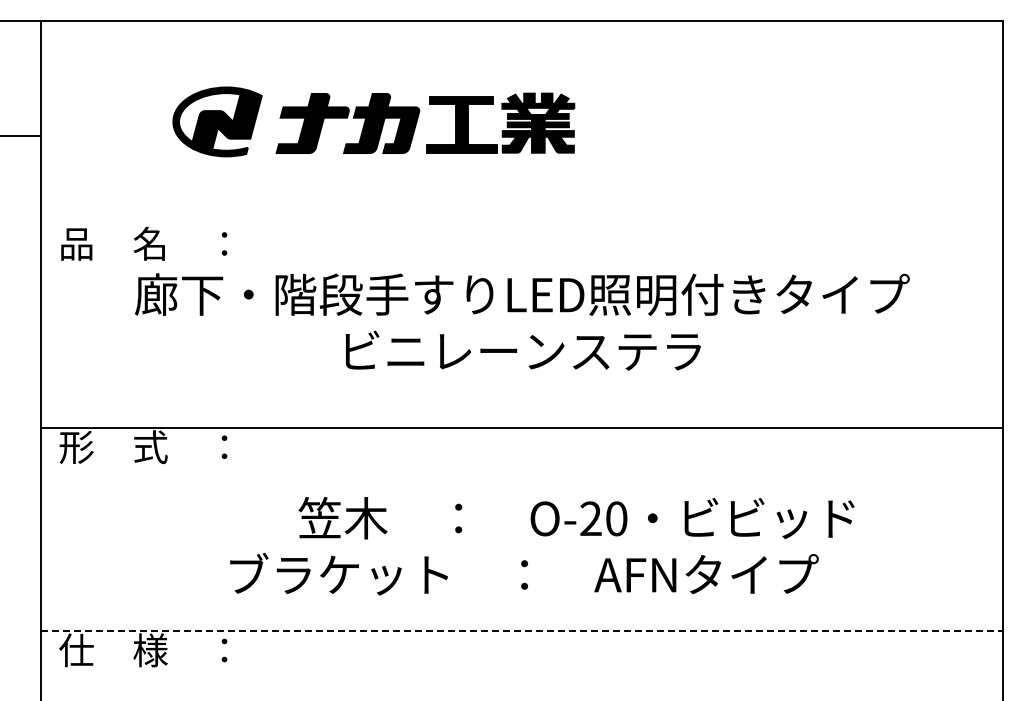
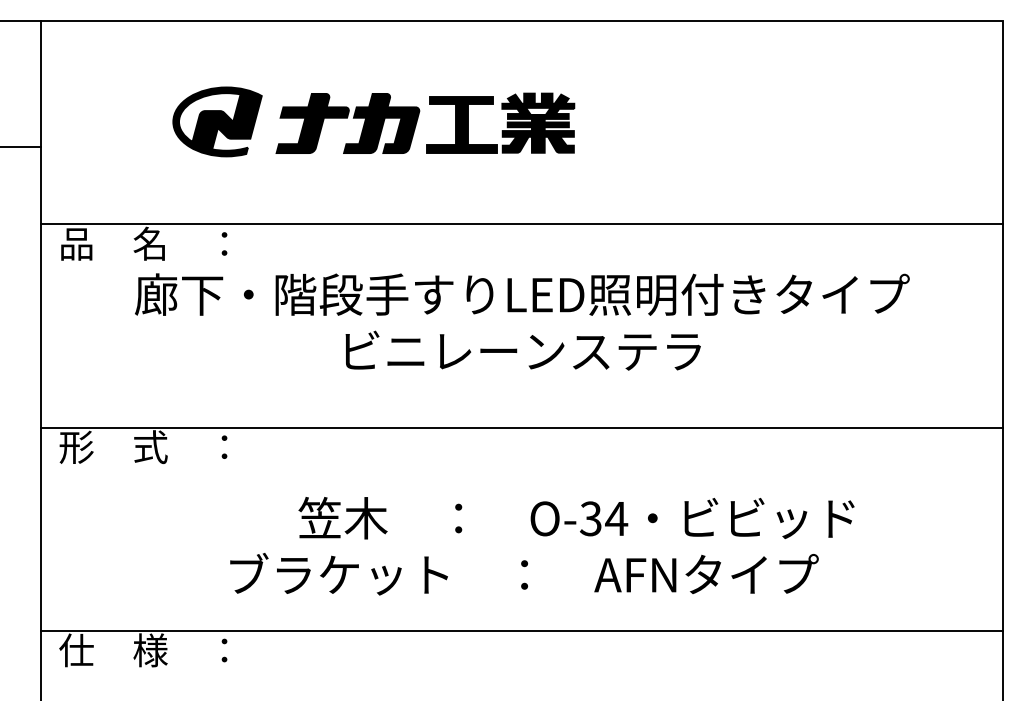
line at (21, 135) position: (21, 135) -> (21, 146)
line at (521, 224): none -> present
text at (604, 518): O-20 -> O-34
line at (522, 630): dashed -> solid
